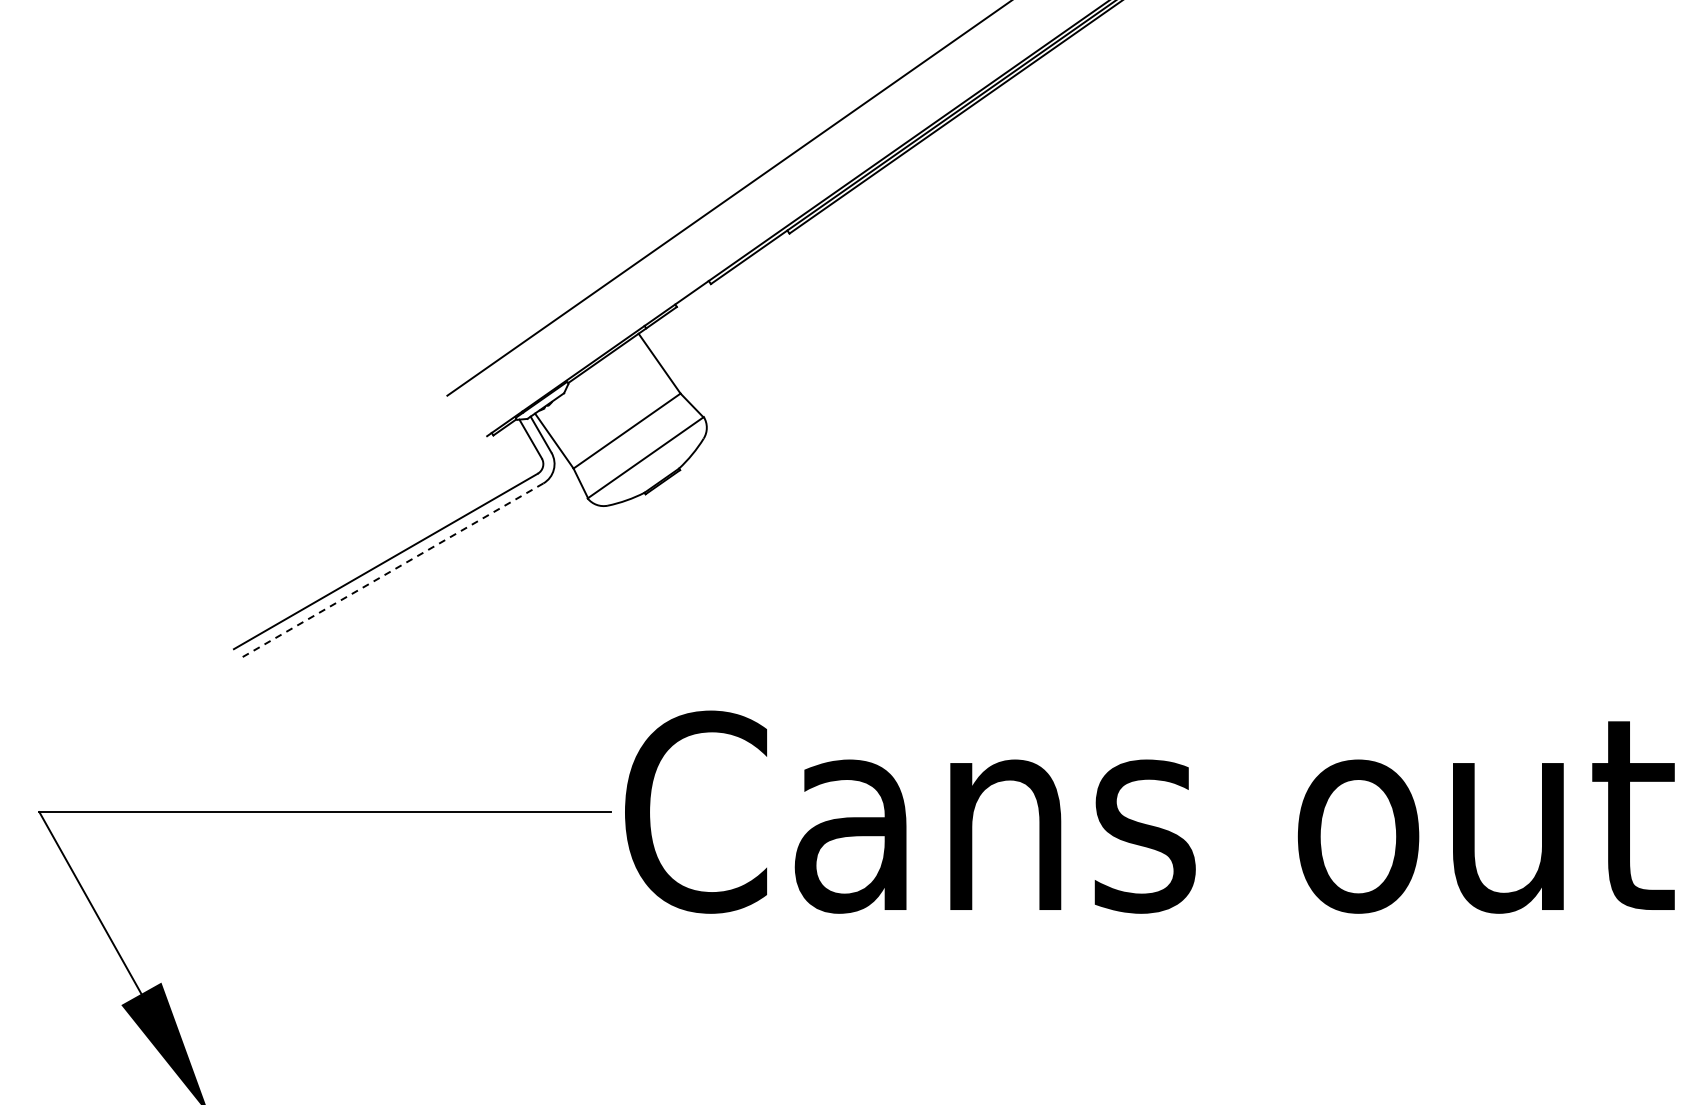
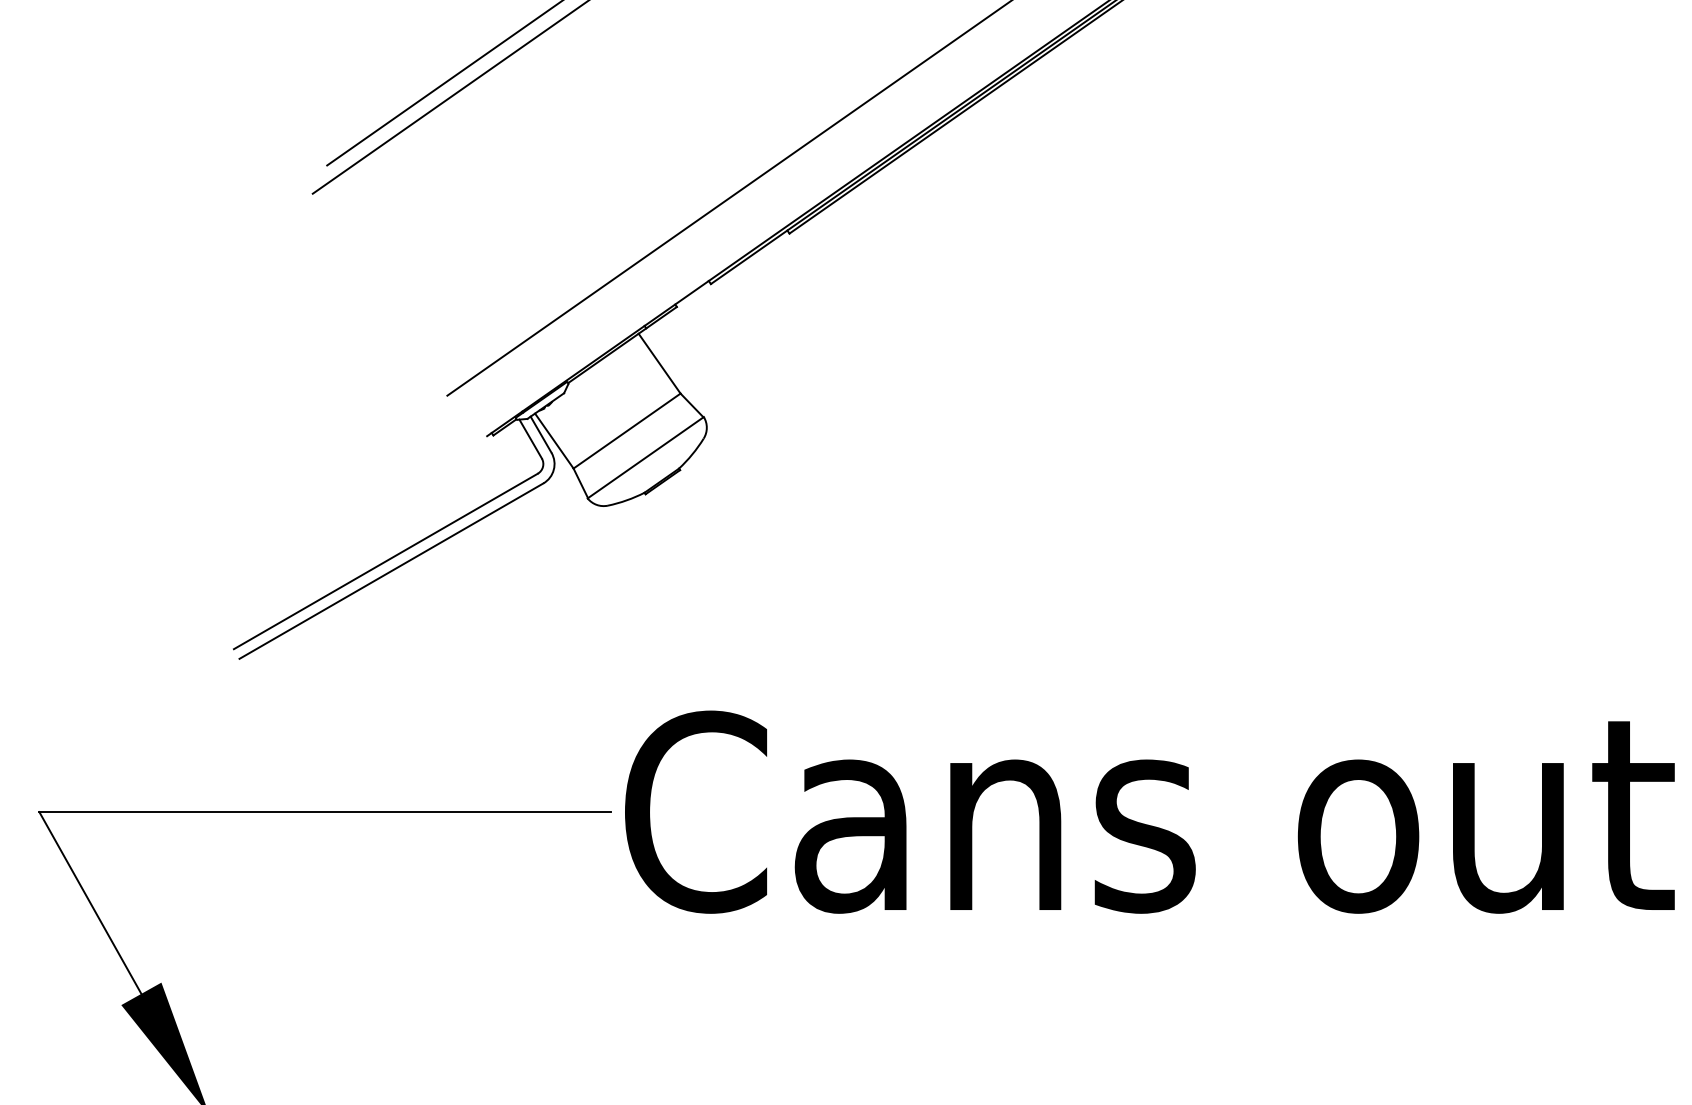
line at (443, 83): none -> present
line at (449, 97): none -> present
line at (391, 571): dashed -> solid
